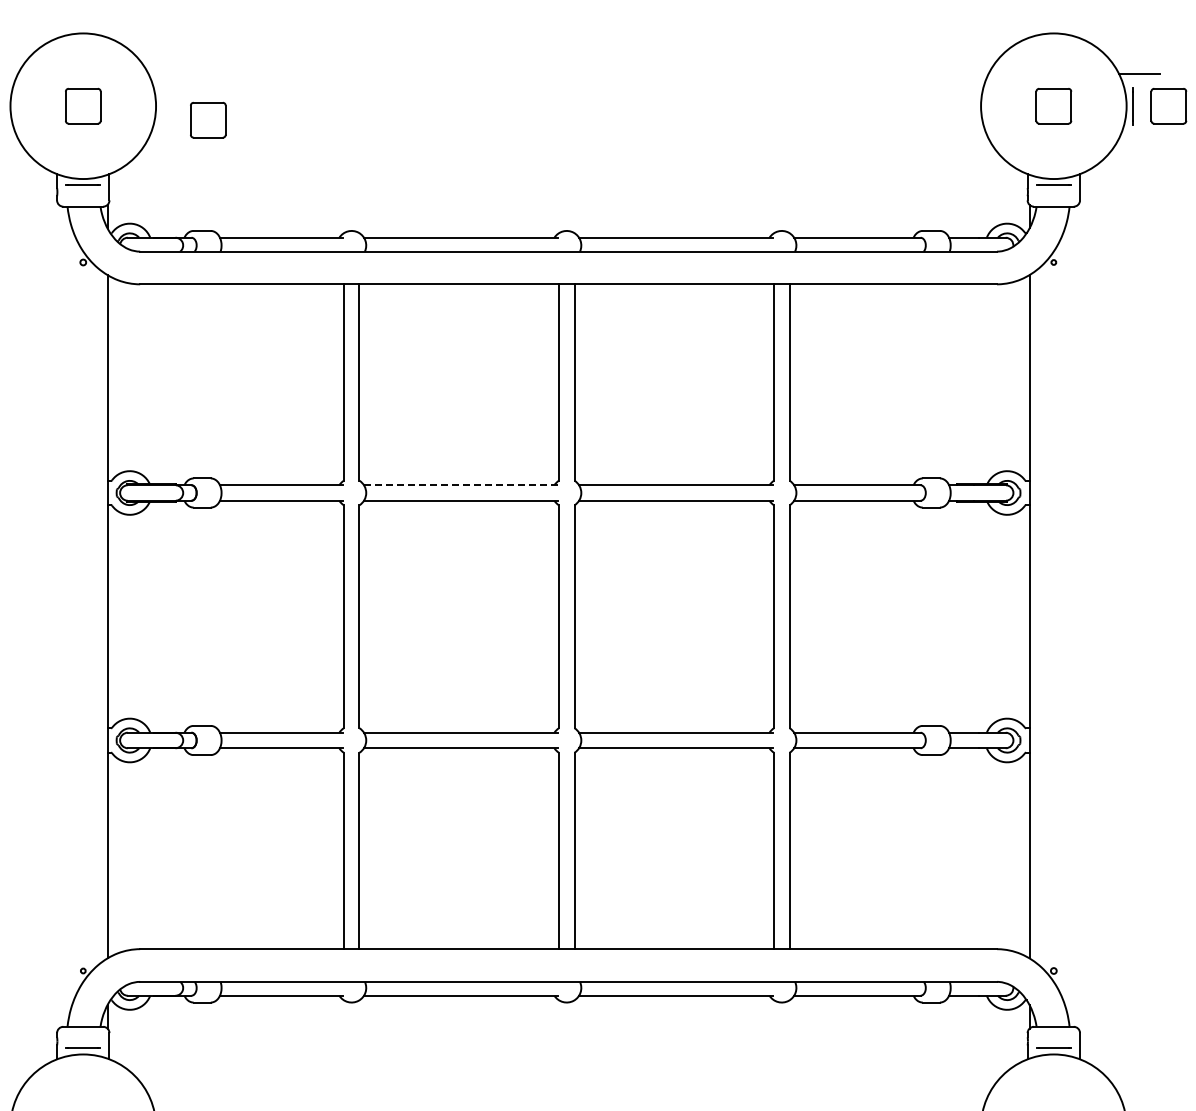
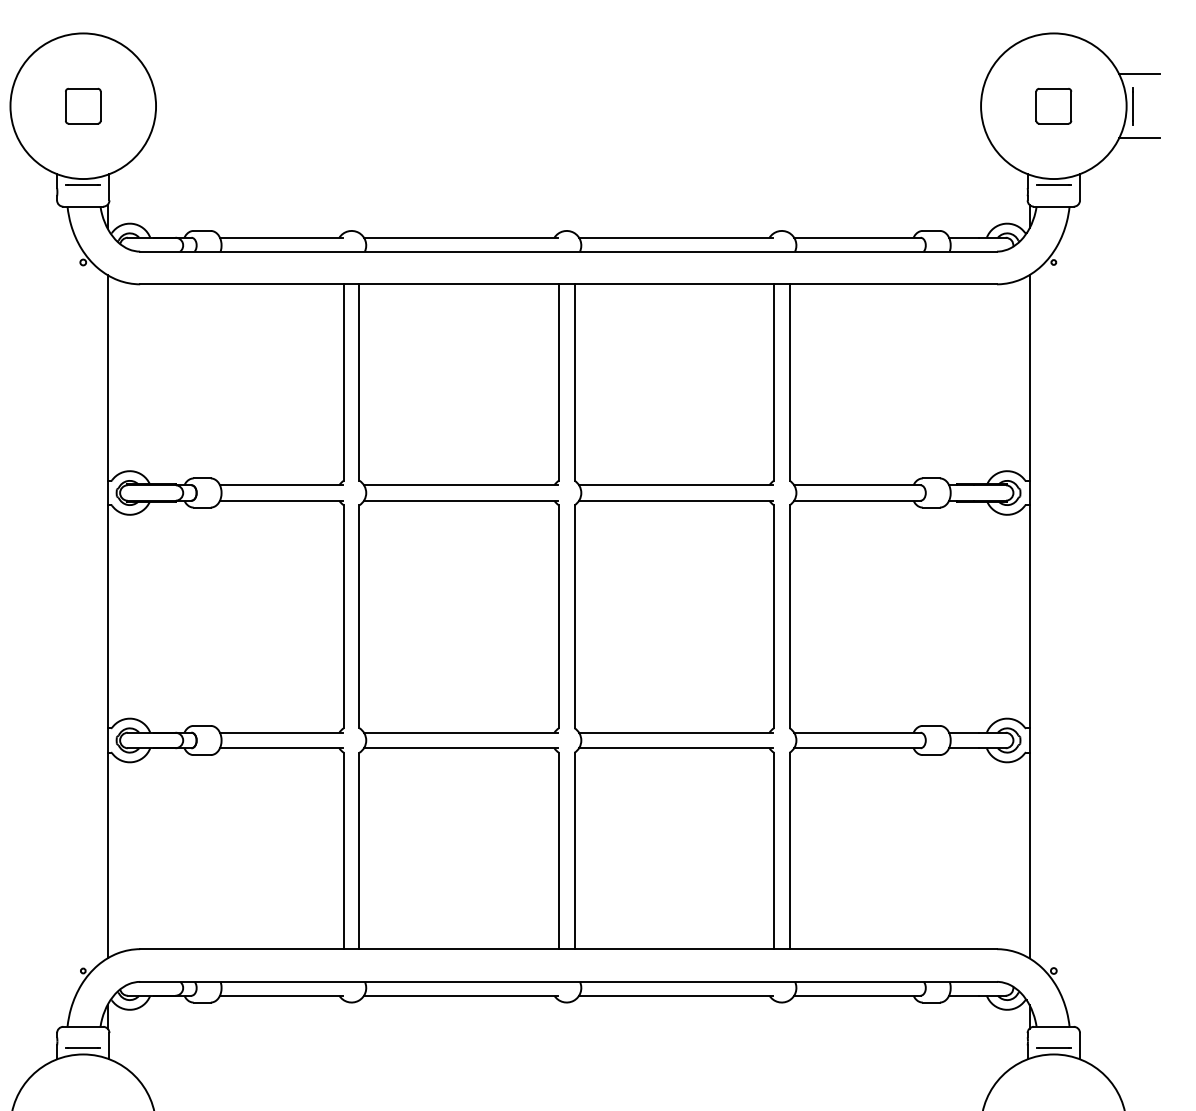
part at (1168, 106): present -> none
part at (208, 119): present -> none
line at (1139, 138): none -> present
line at (460, 485): dashed -> solid
